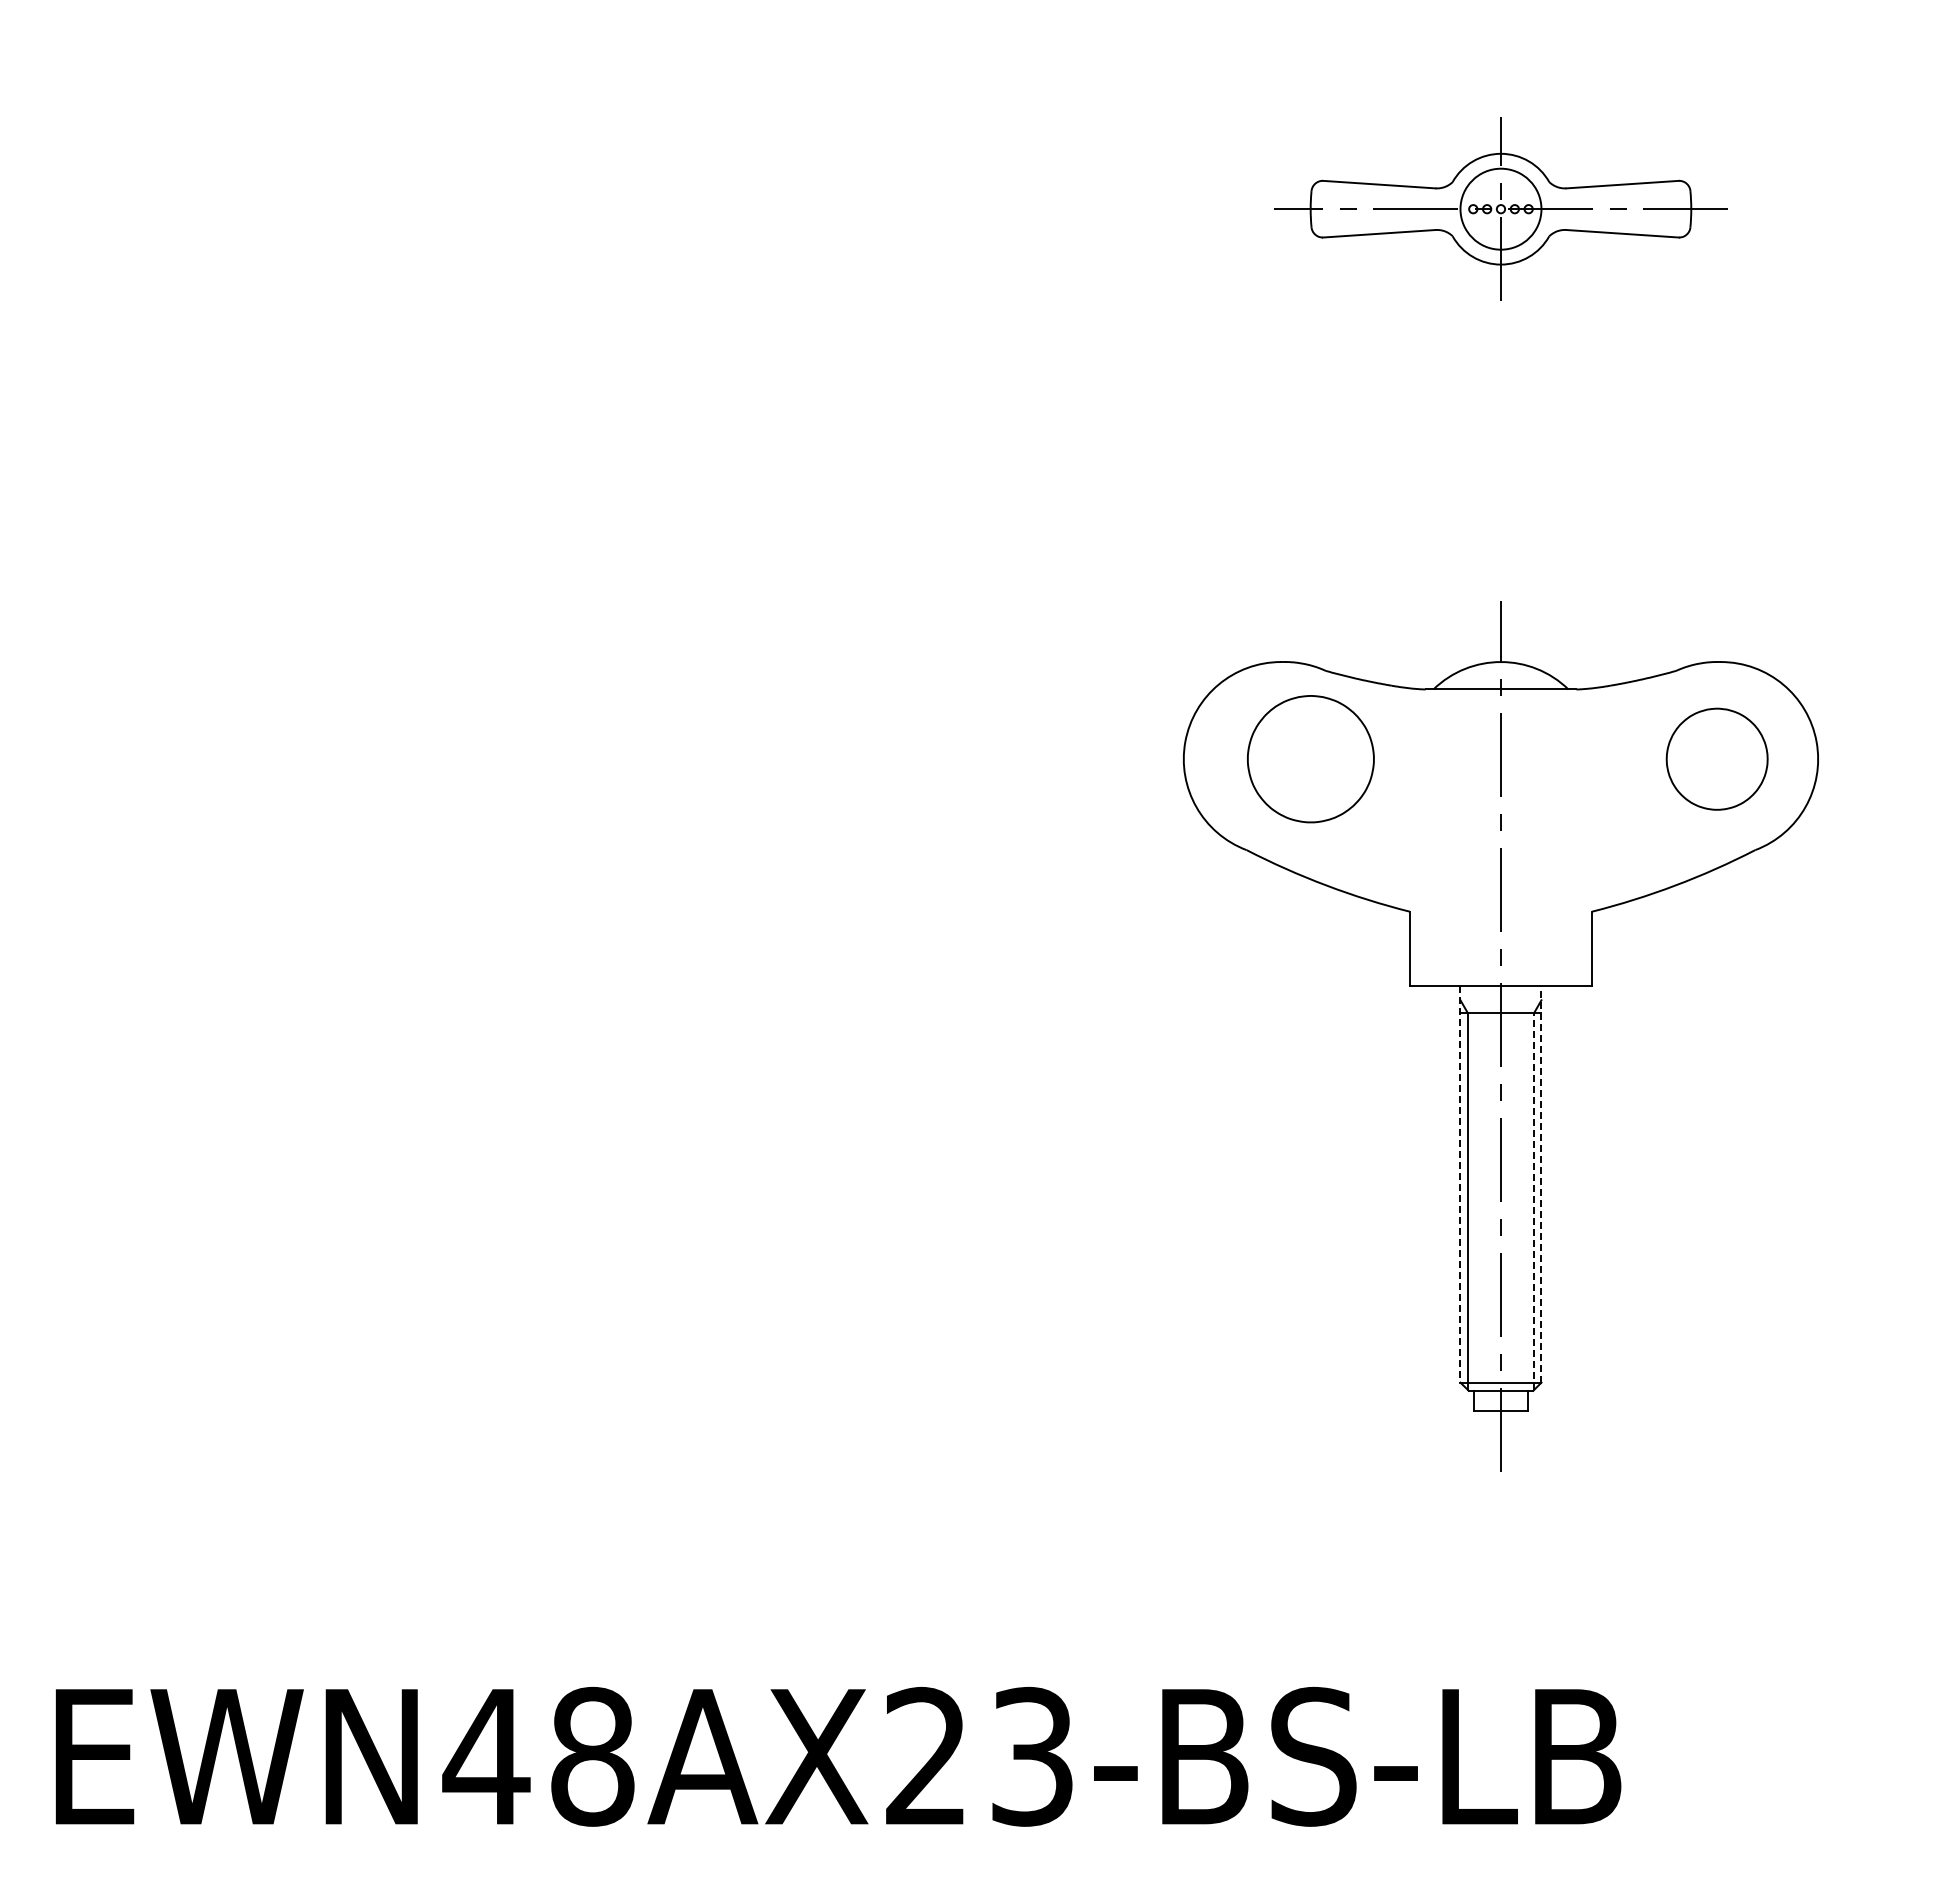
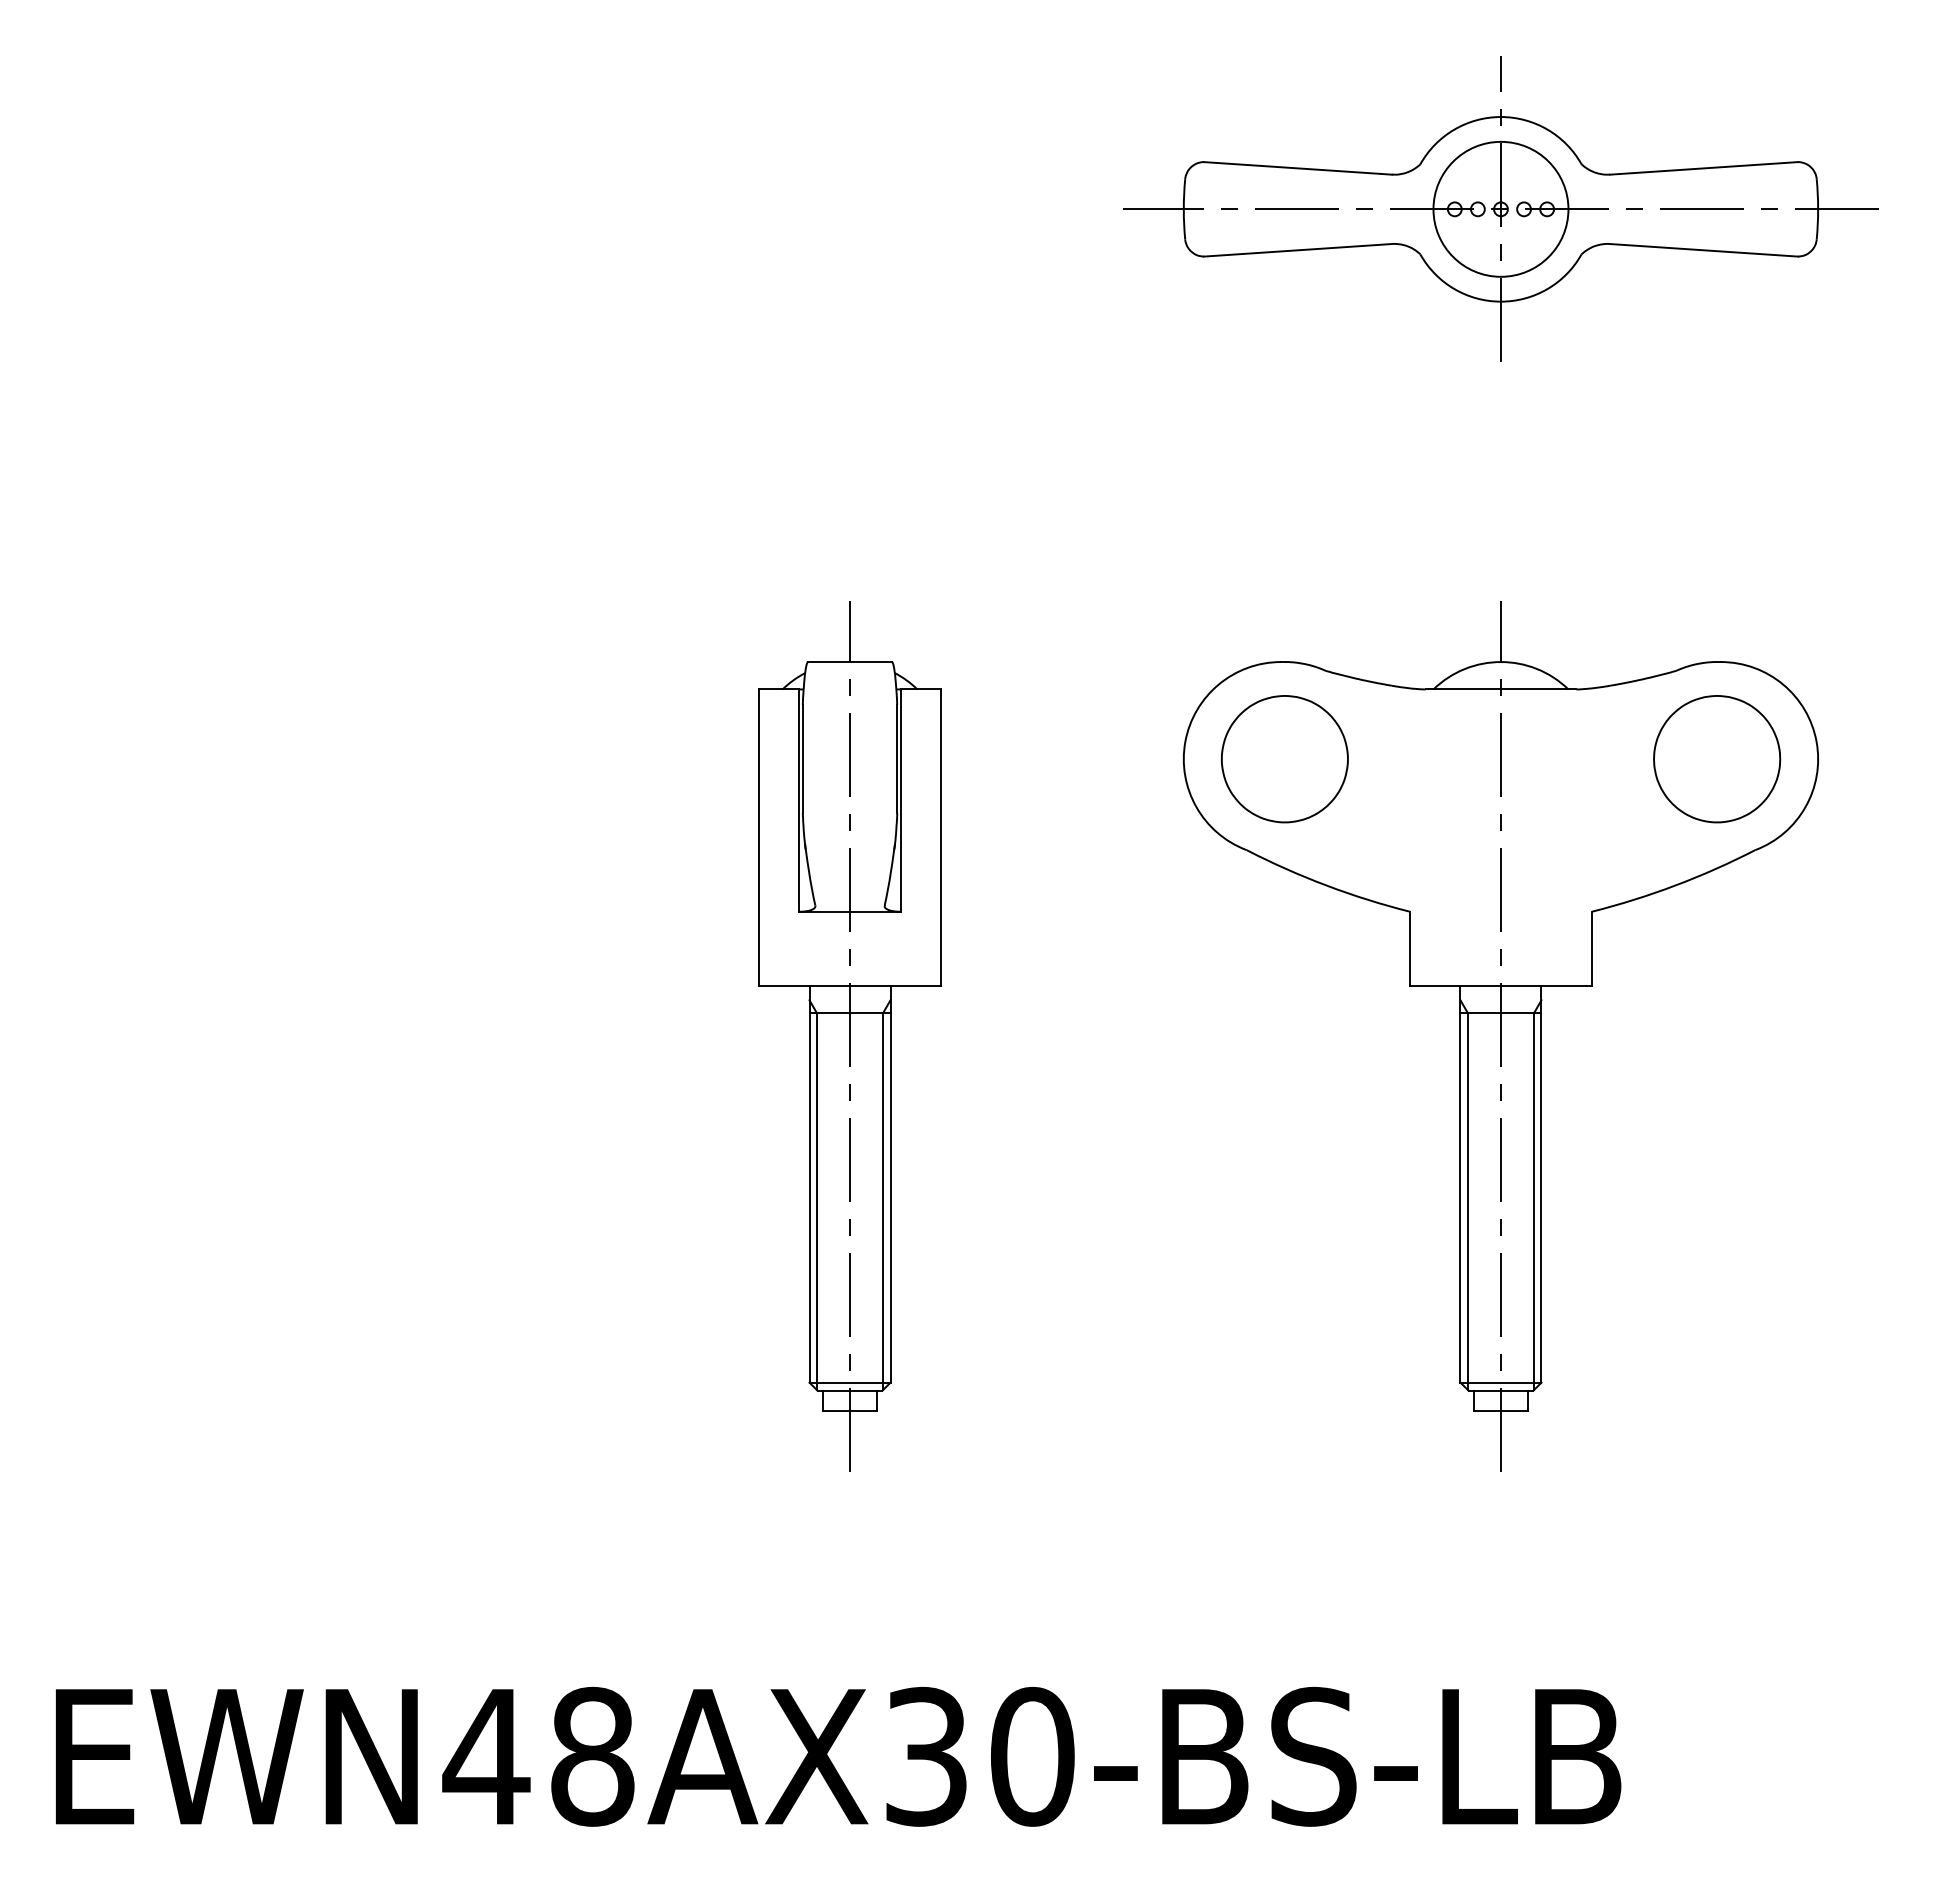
part at (1500, 208) size: 454x184 px -> 756x306 px
part at (1716, 758) size: 104x104 px -> 129x129 px
part at (1310, 759) position: (1310, 759) -> (1284, 759)
part at (849, 1036): none -> present
line at (1541, 1183): dashed -> solid
line at (1460, 1184): dashed -> solid
line at (1534, 1200): dashed -> solid
text at (980, 1756): EWN48AX23-BS-LB -> EWN48AX30-BS-LB
